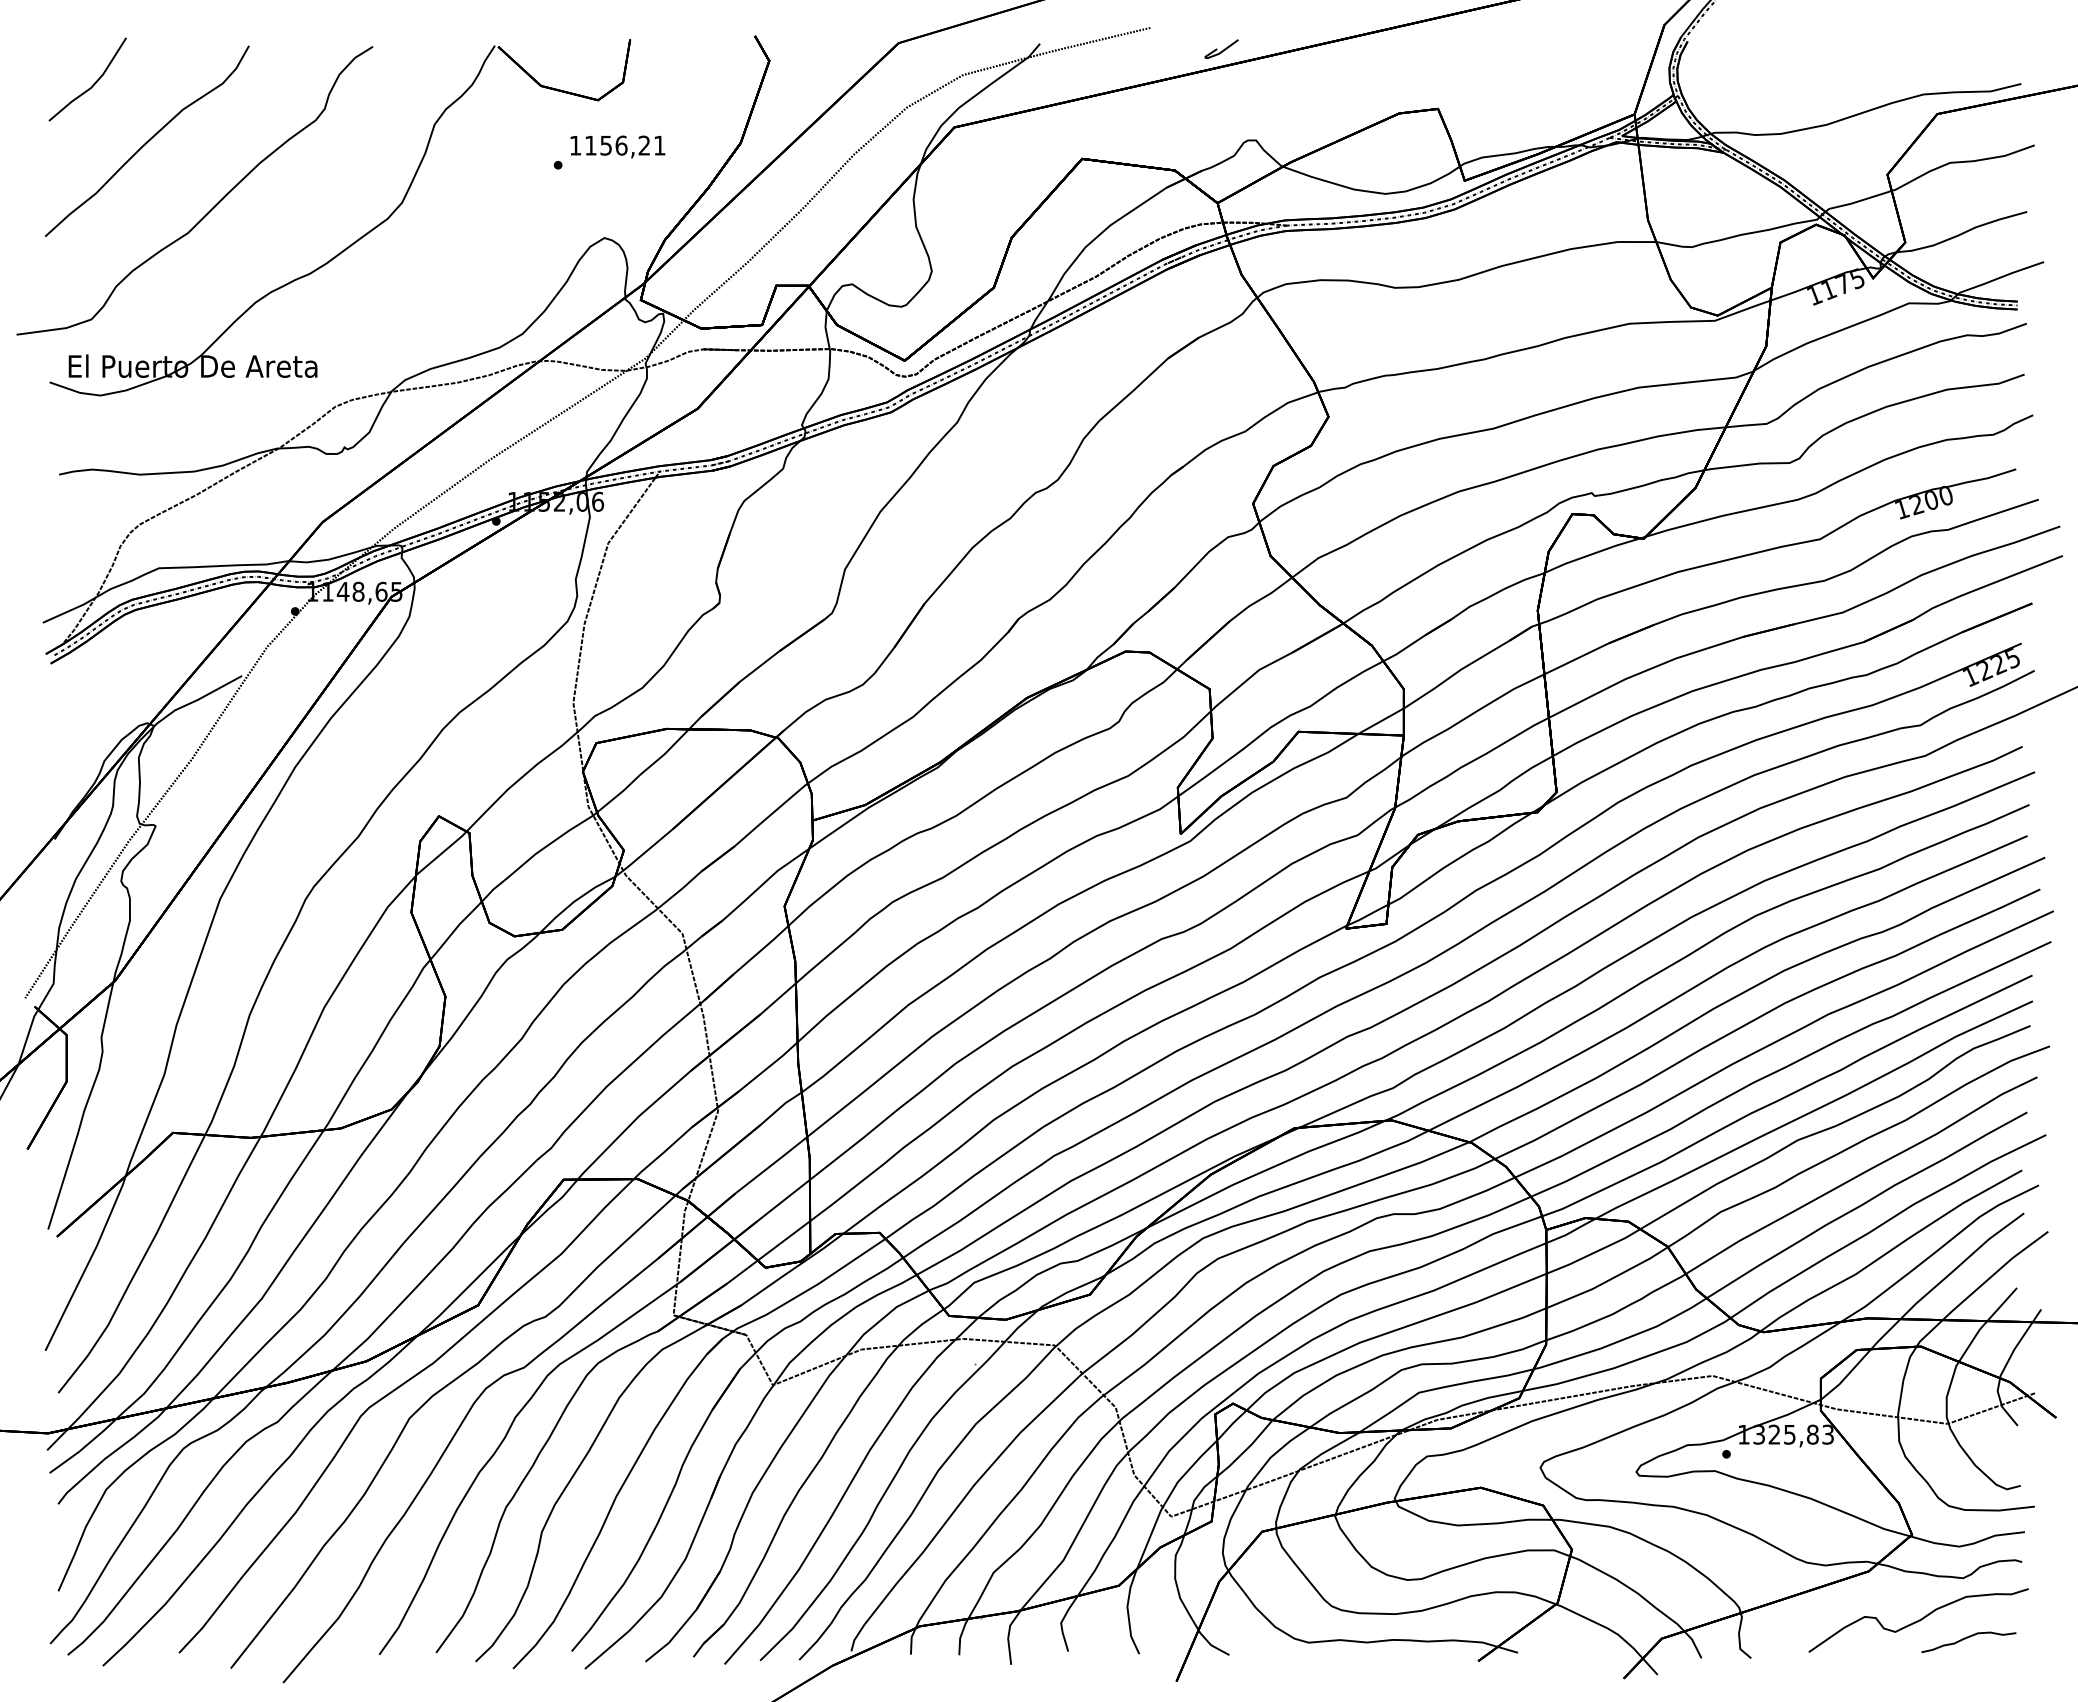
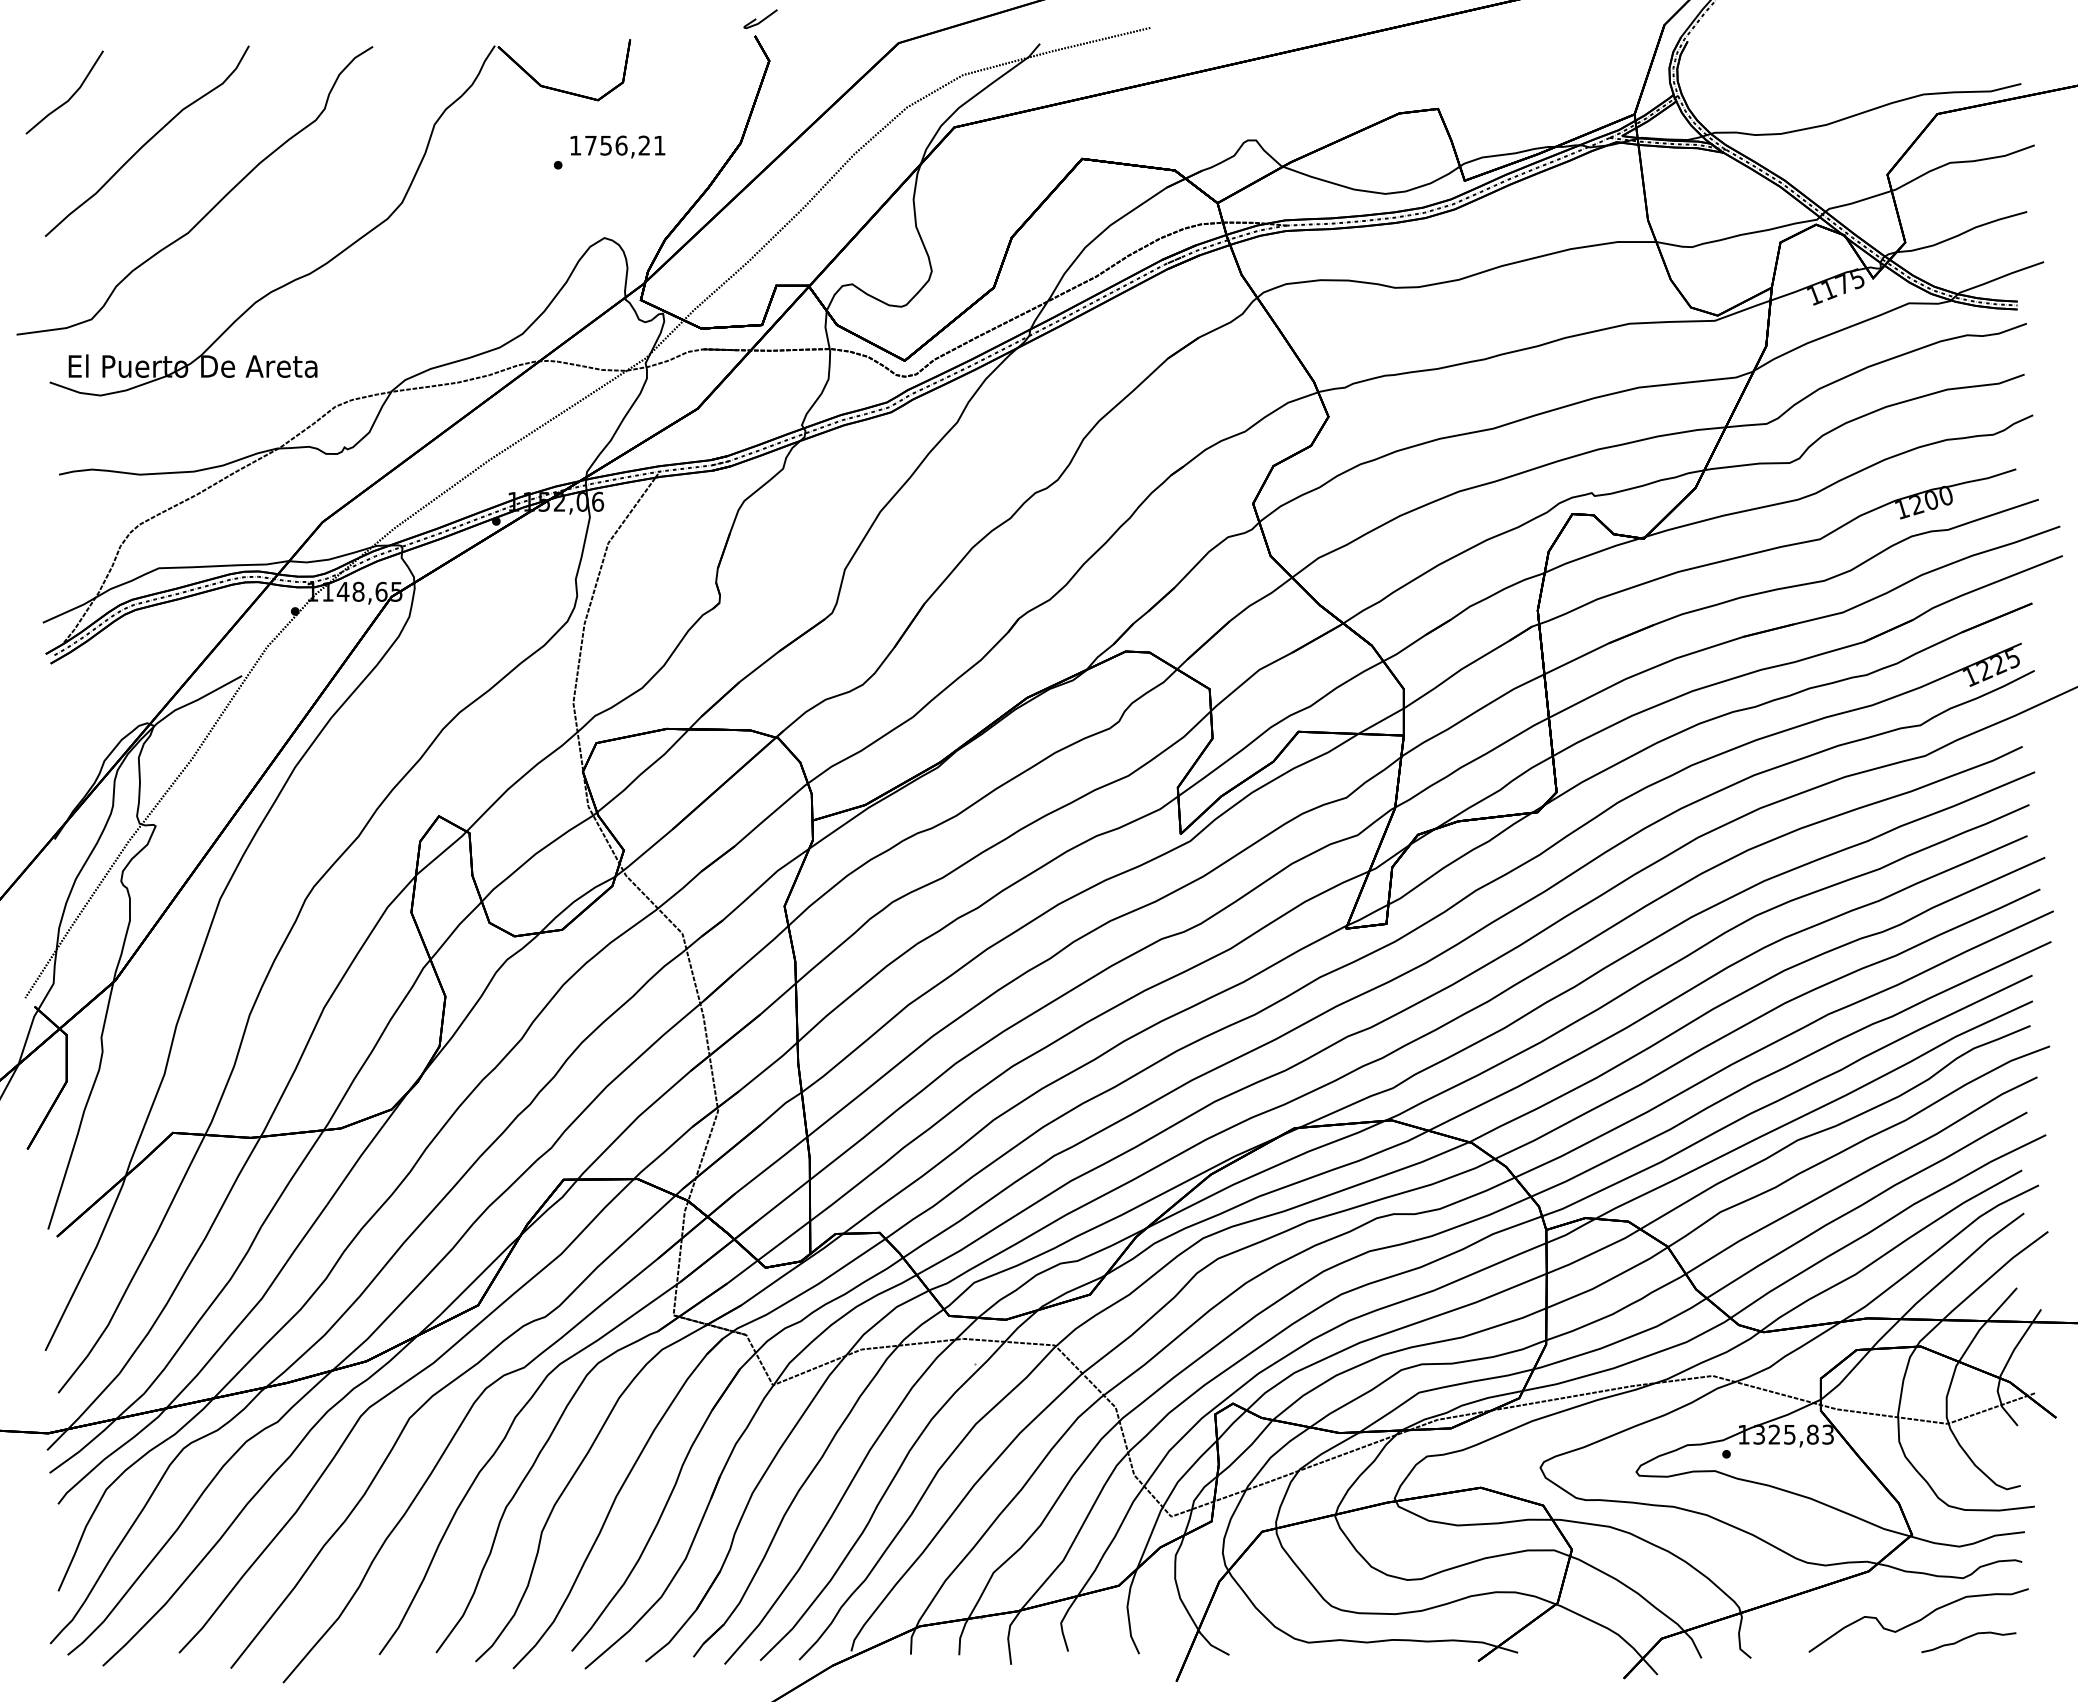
curve at (1222, 50) position: (1222, 50) -> (761, 20)
line at (92, 84) position: (92, 84) -> (69, 97)
text at (590, 145): 1156,21 -> 1756,21
